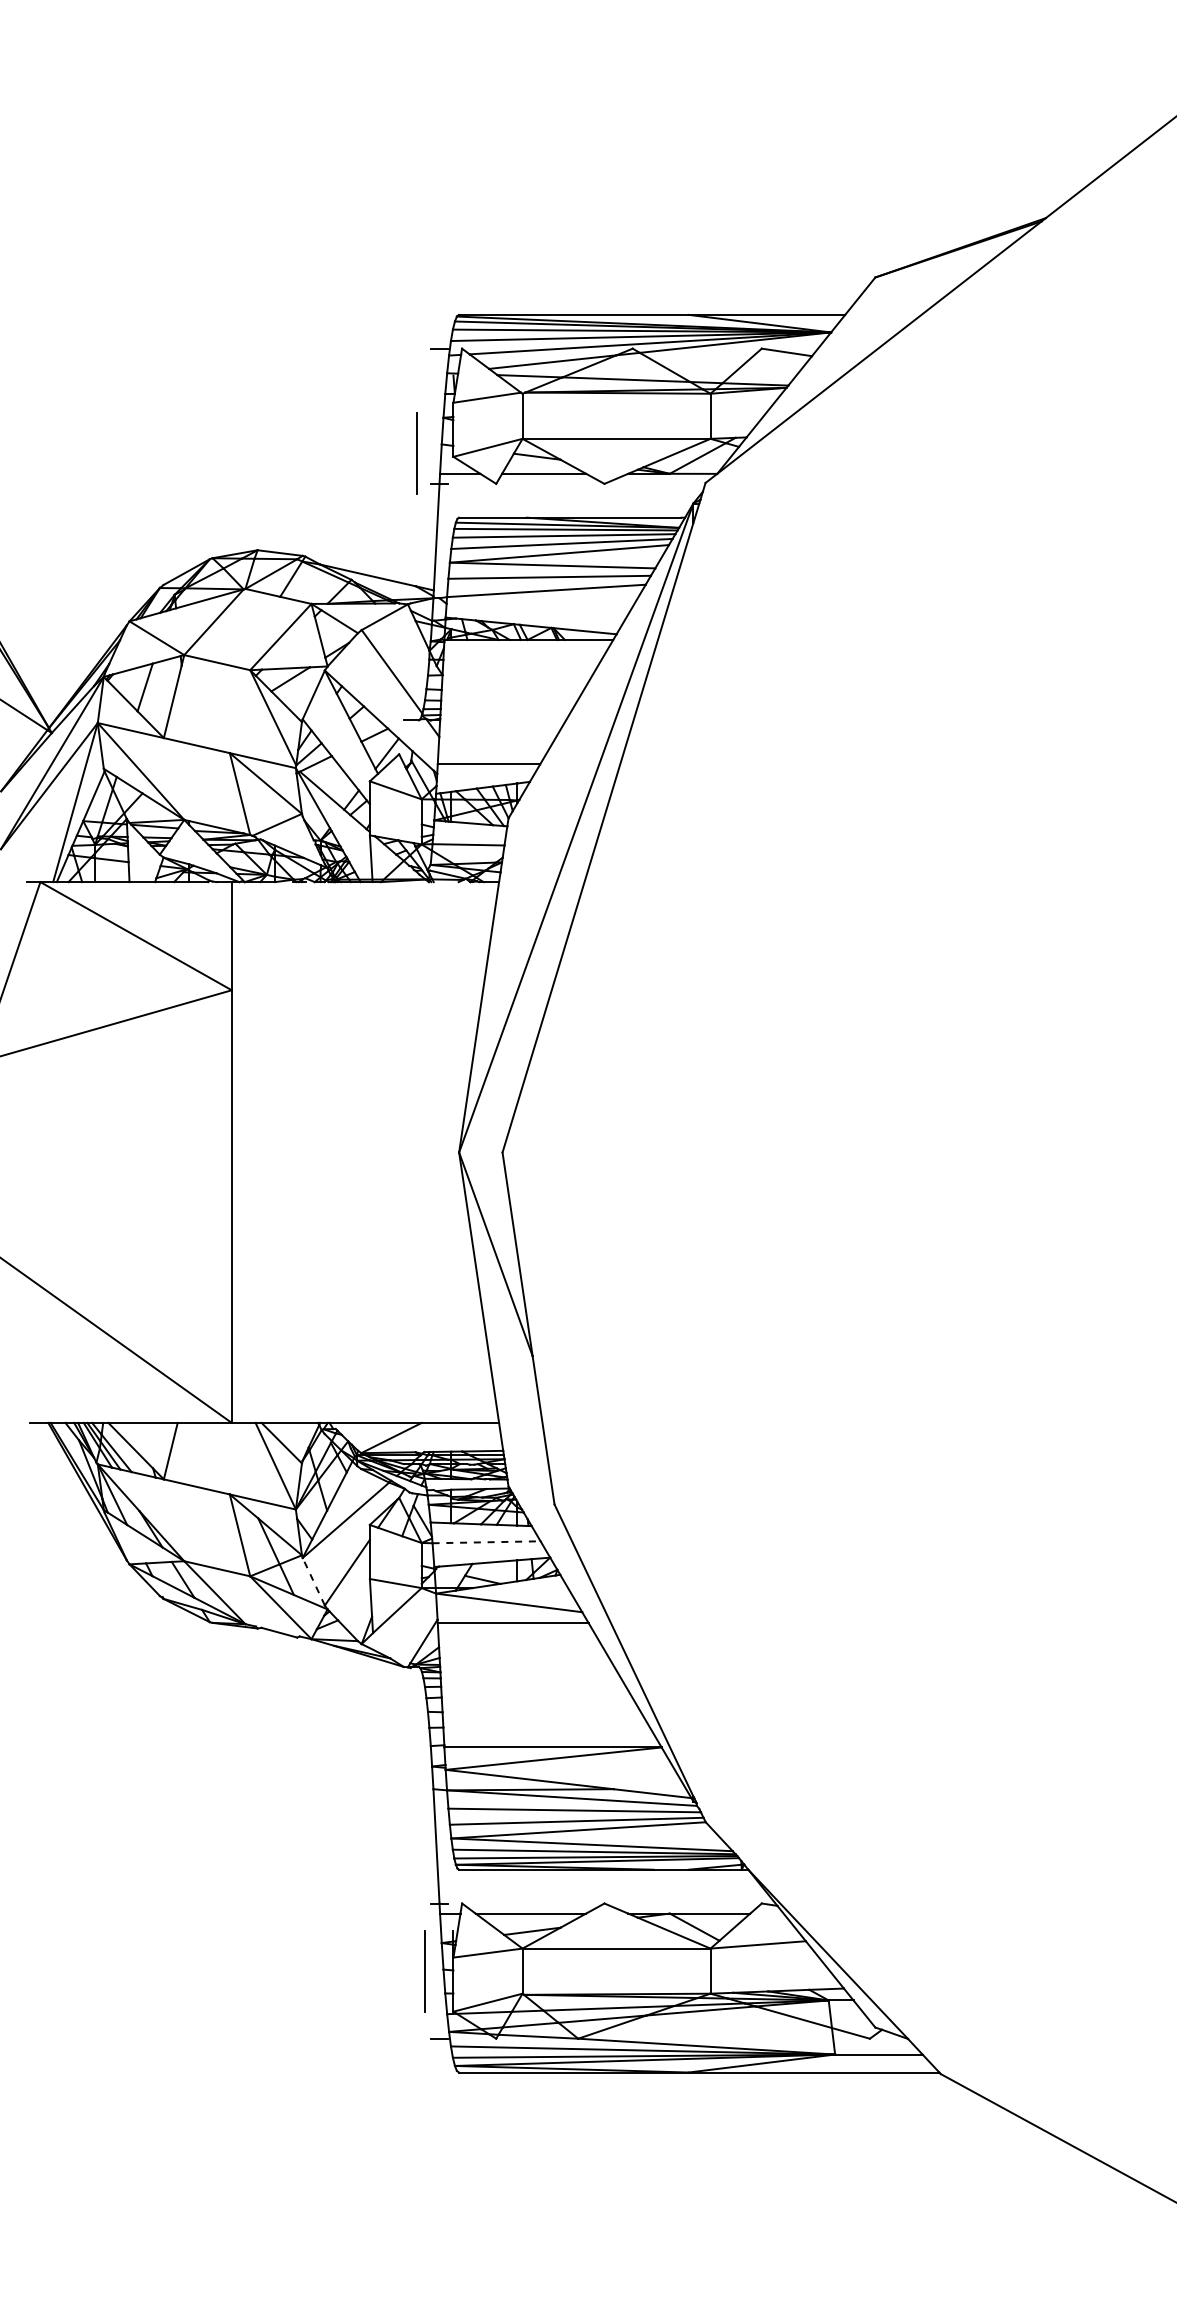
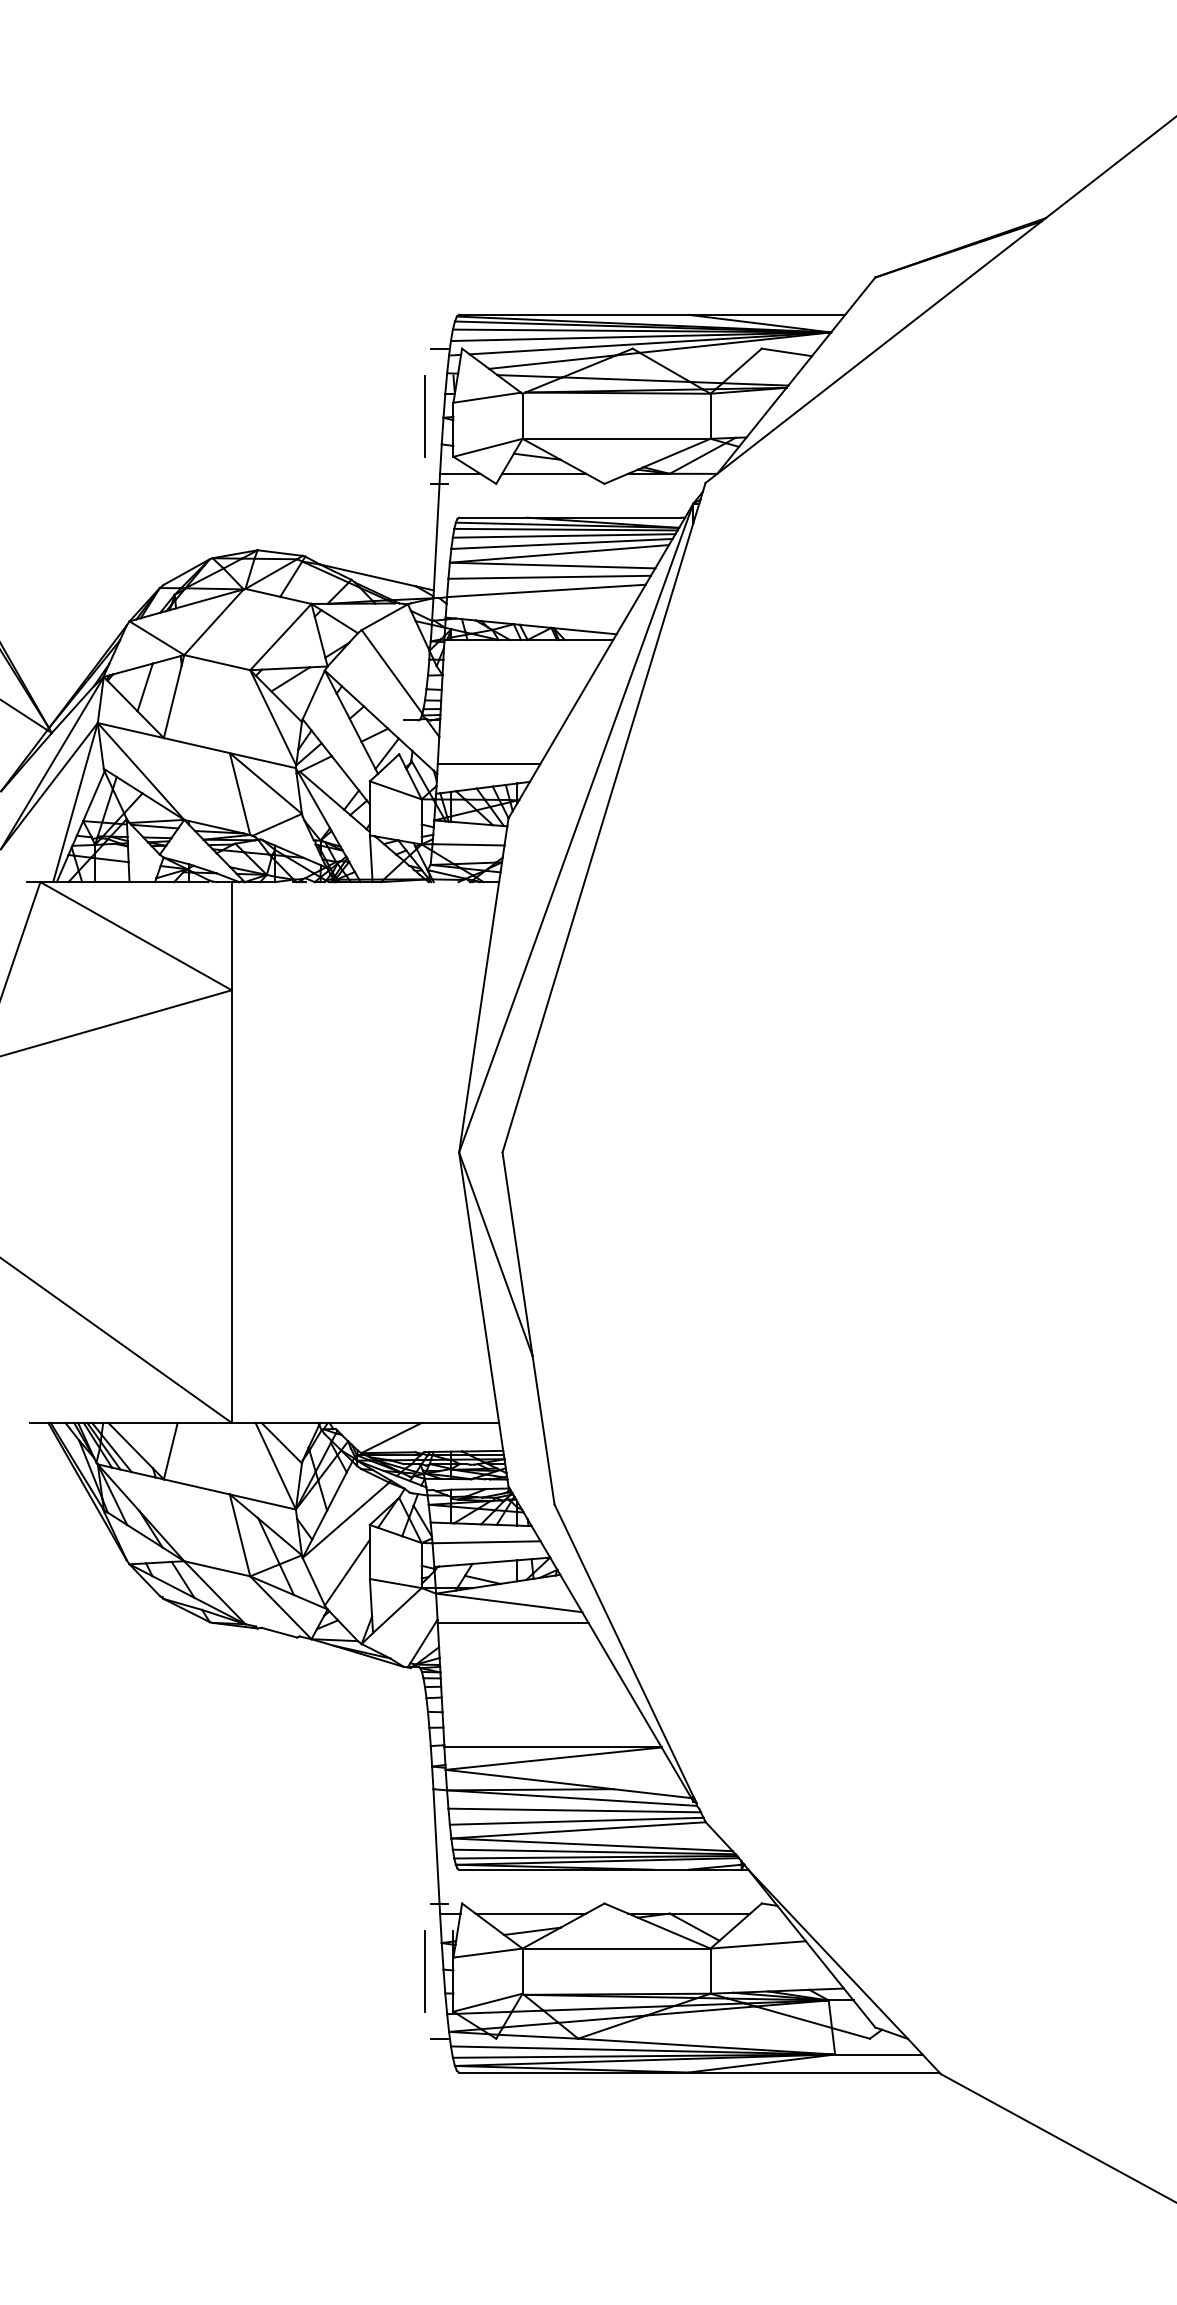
line at (416, 453) position: (416, 453) -> (424, 416)
line at (487, 1542): dashed -> solid
line at (313, 1581): dashed -> solid
